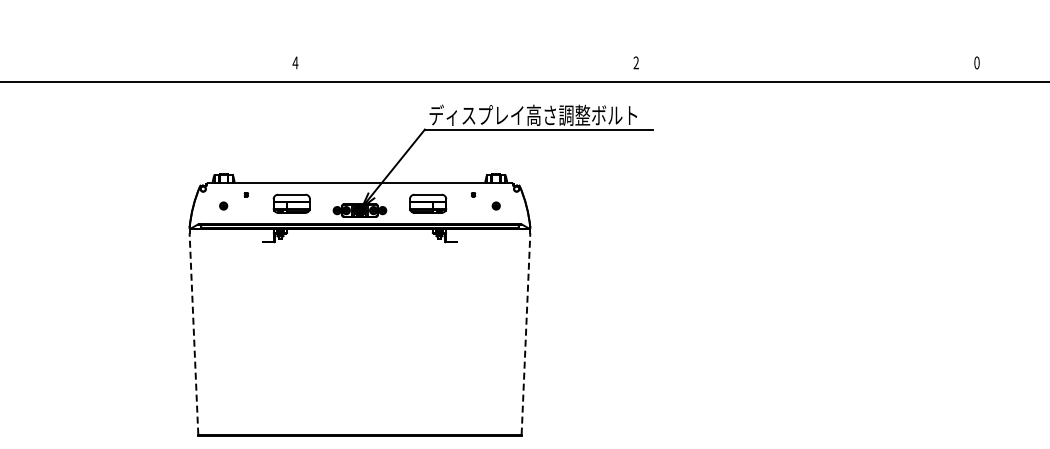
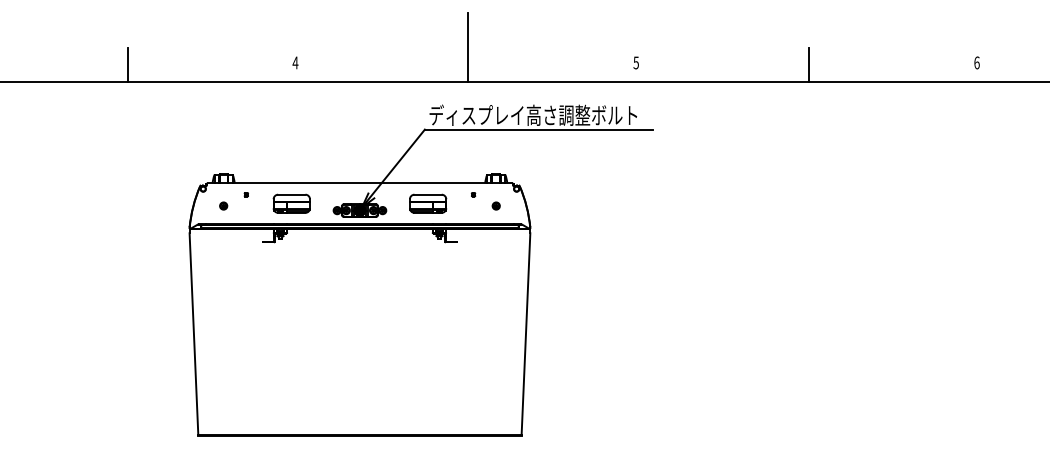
line at (468, 47): none -> present
text at (635, 62): 2 -> 5
text at (976, 62): 0 -> 6
line at (127, 64): none -> present
line at (809, 64): none -> present
line at (193, 333): dashed -> solid
line at (525, 333): dashed -> solid
